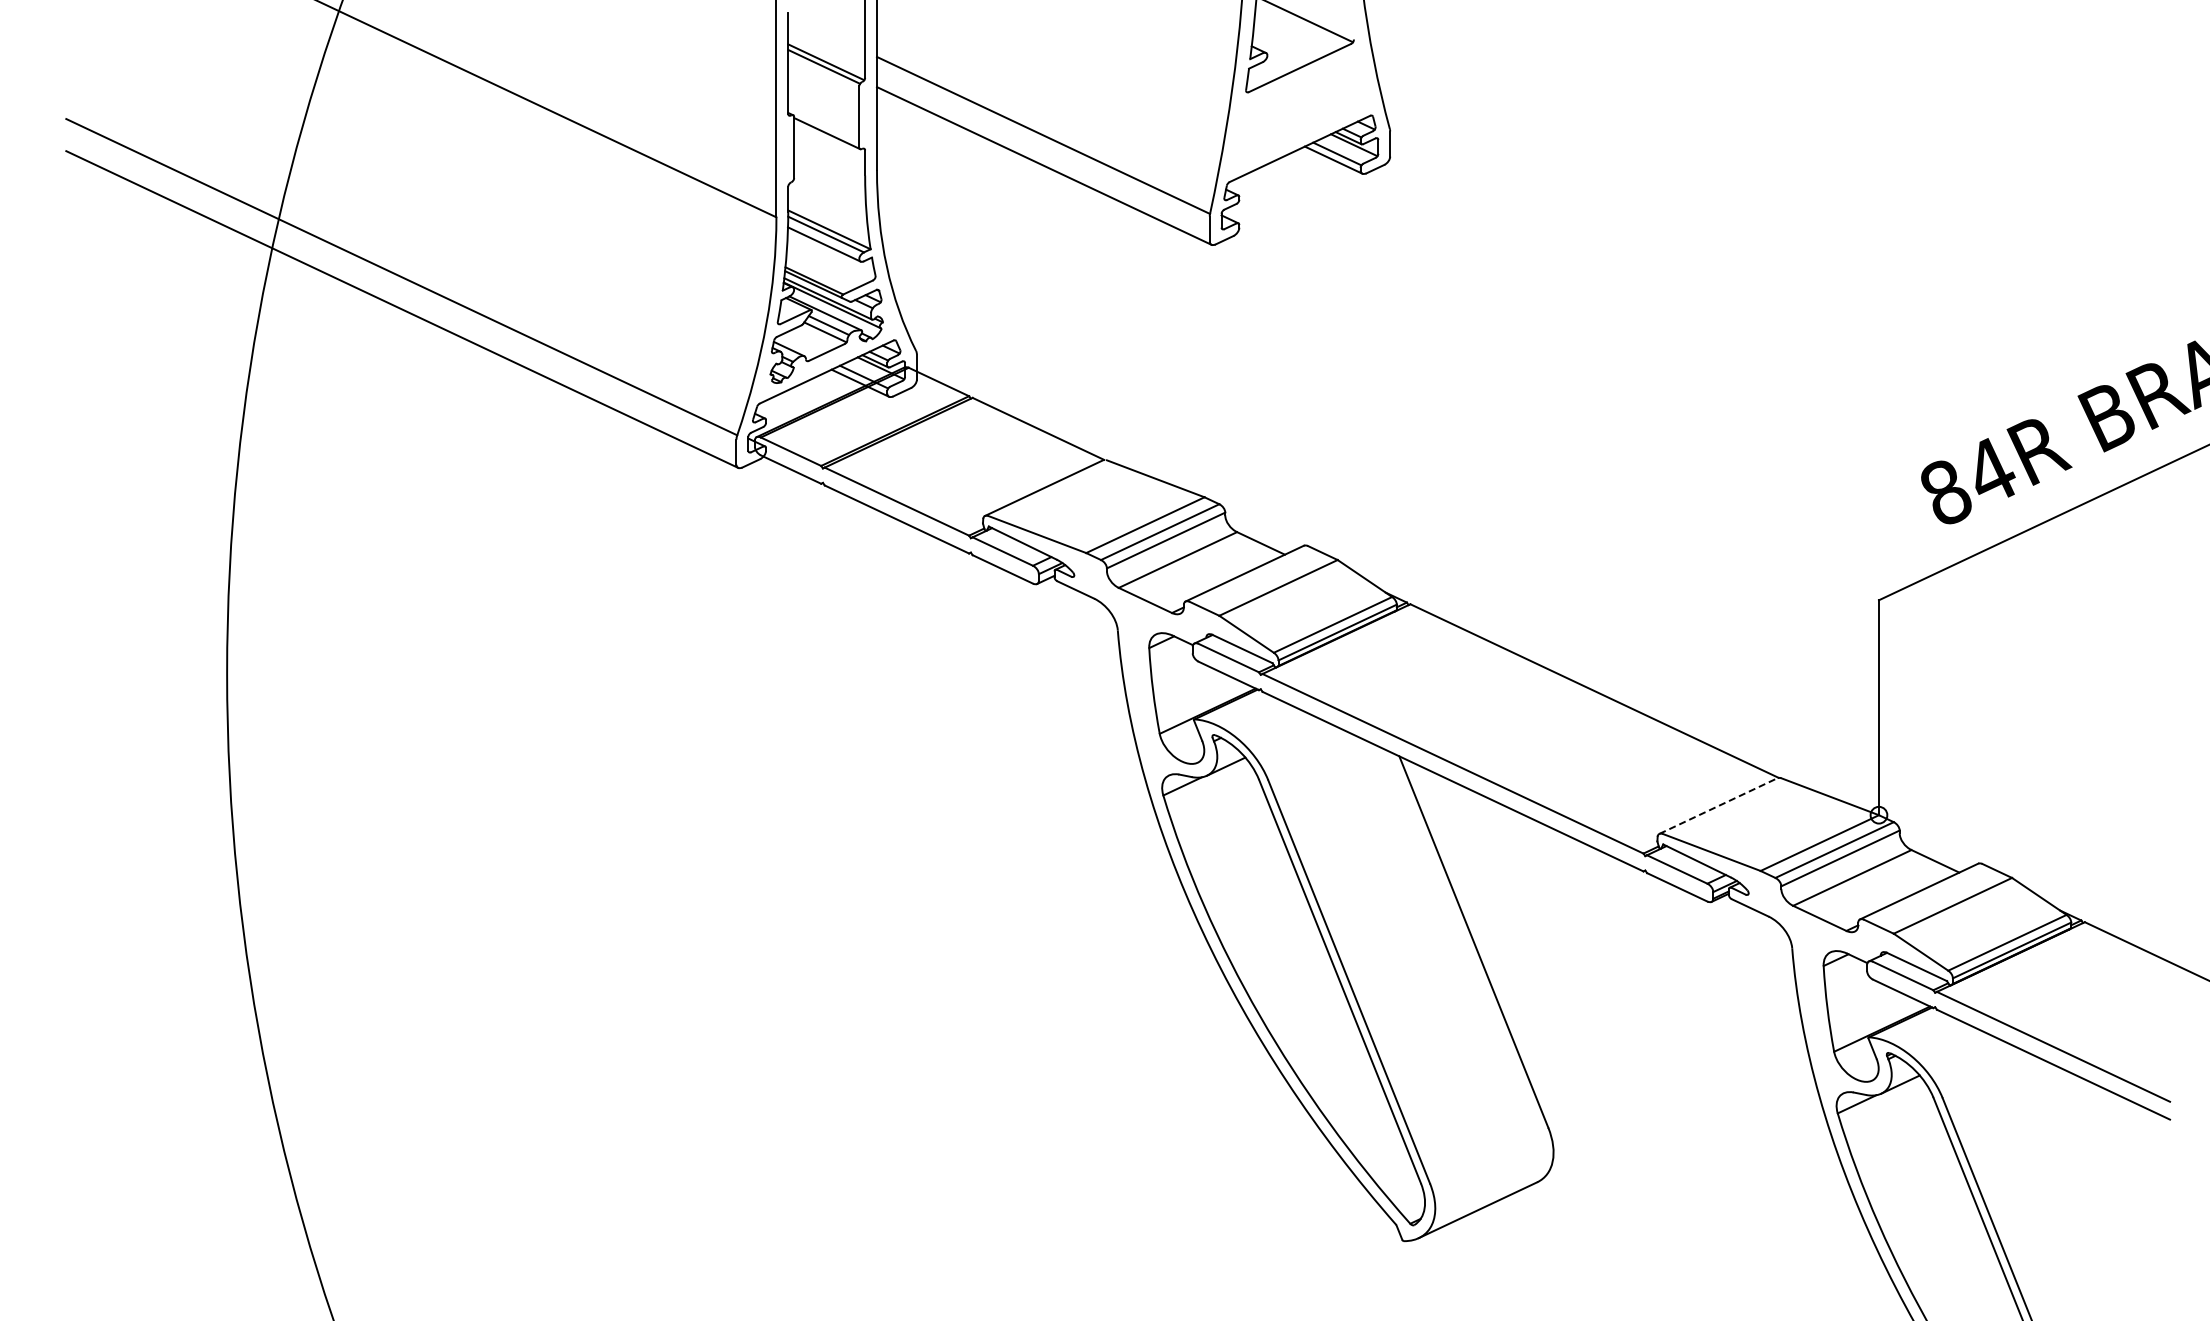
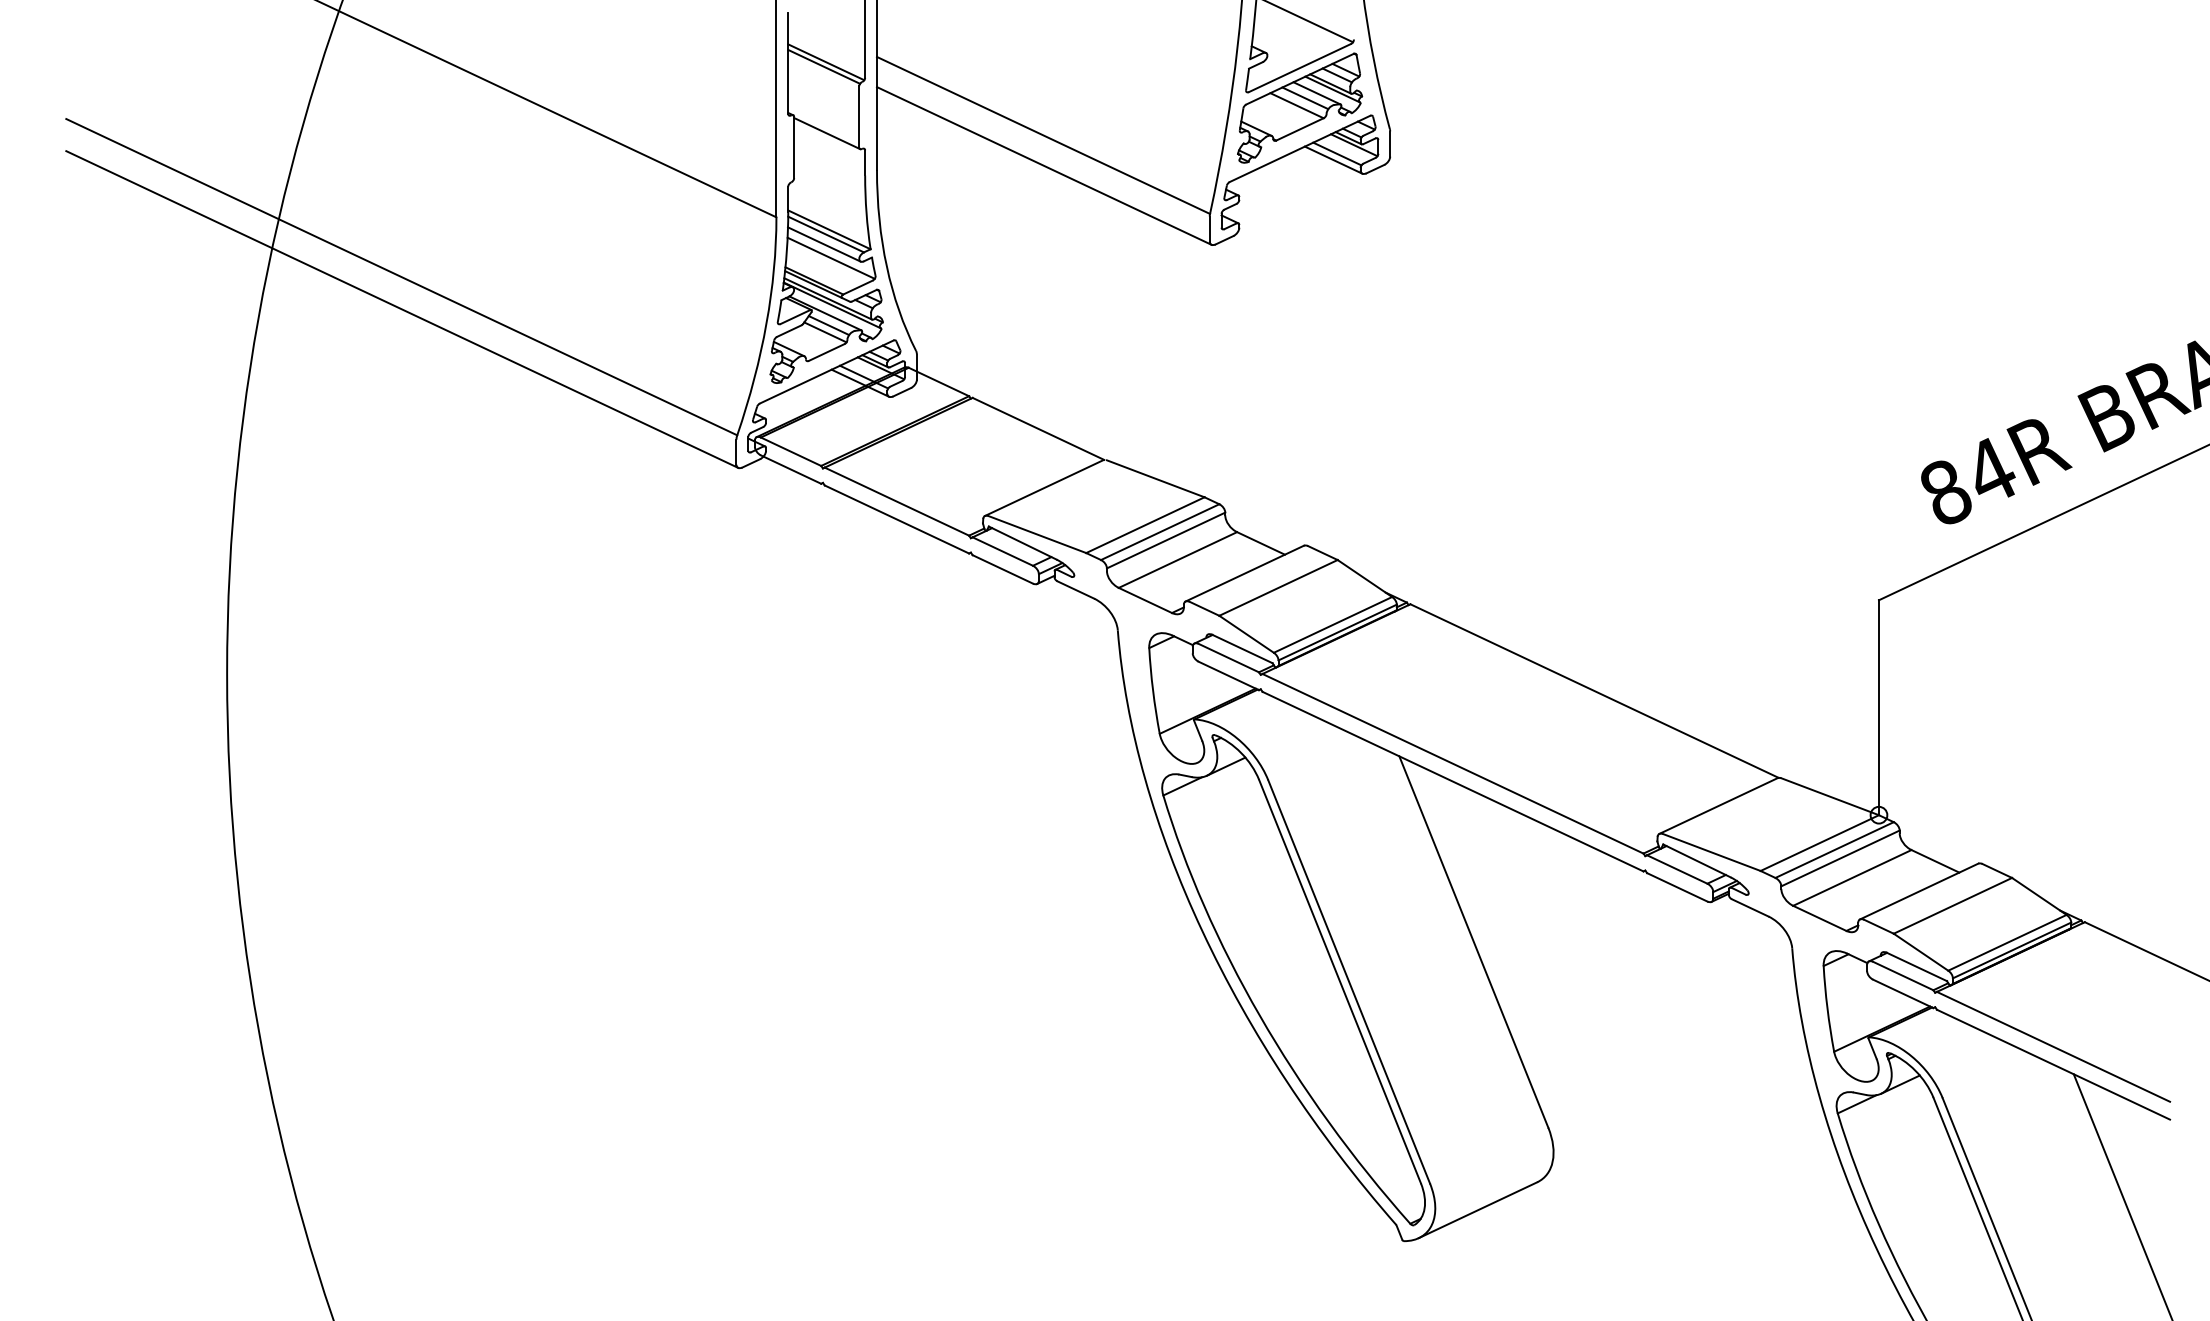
part at (1300, 107): none -> present
line at (830, 257): none -> present
line at (1719, 805): dashed -> solid
line at (2122, 1195): none -> present
